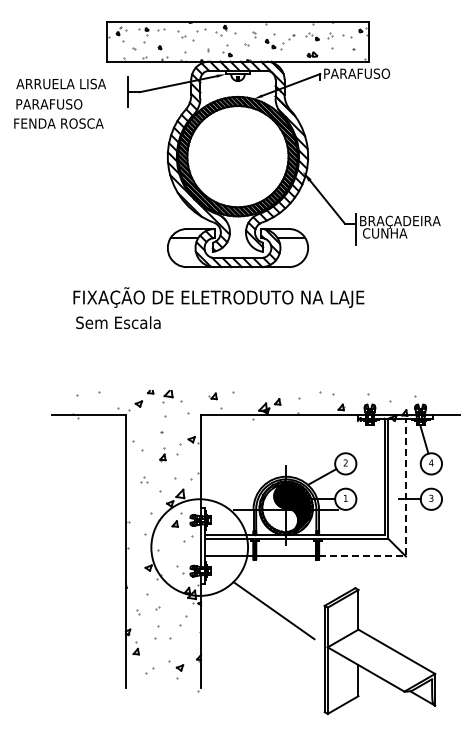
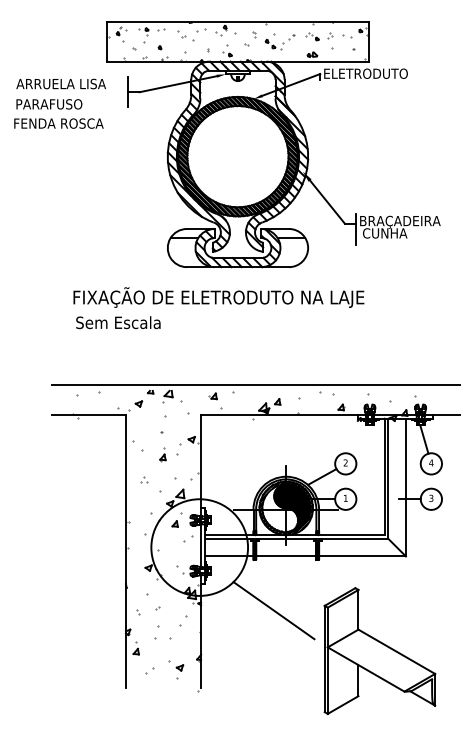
text at (366, 73): PARAFUSO -> ELETRODUTO
line at (255, 385): none -> present
line at (405, 531): dashed -> solid
